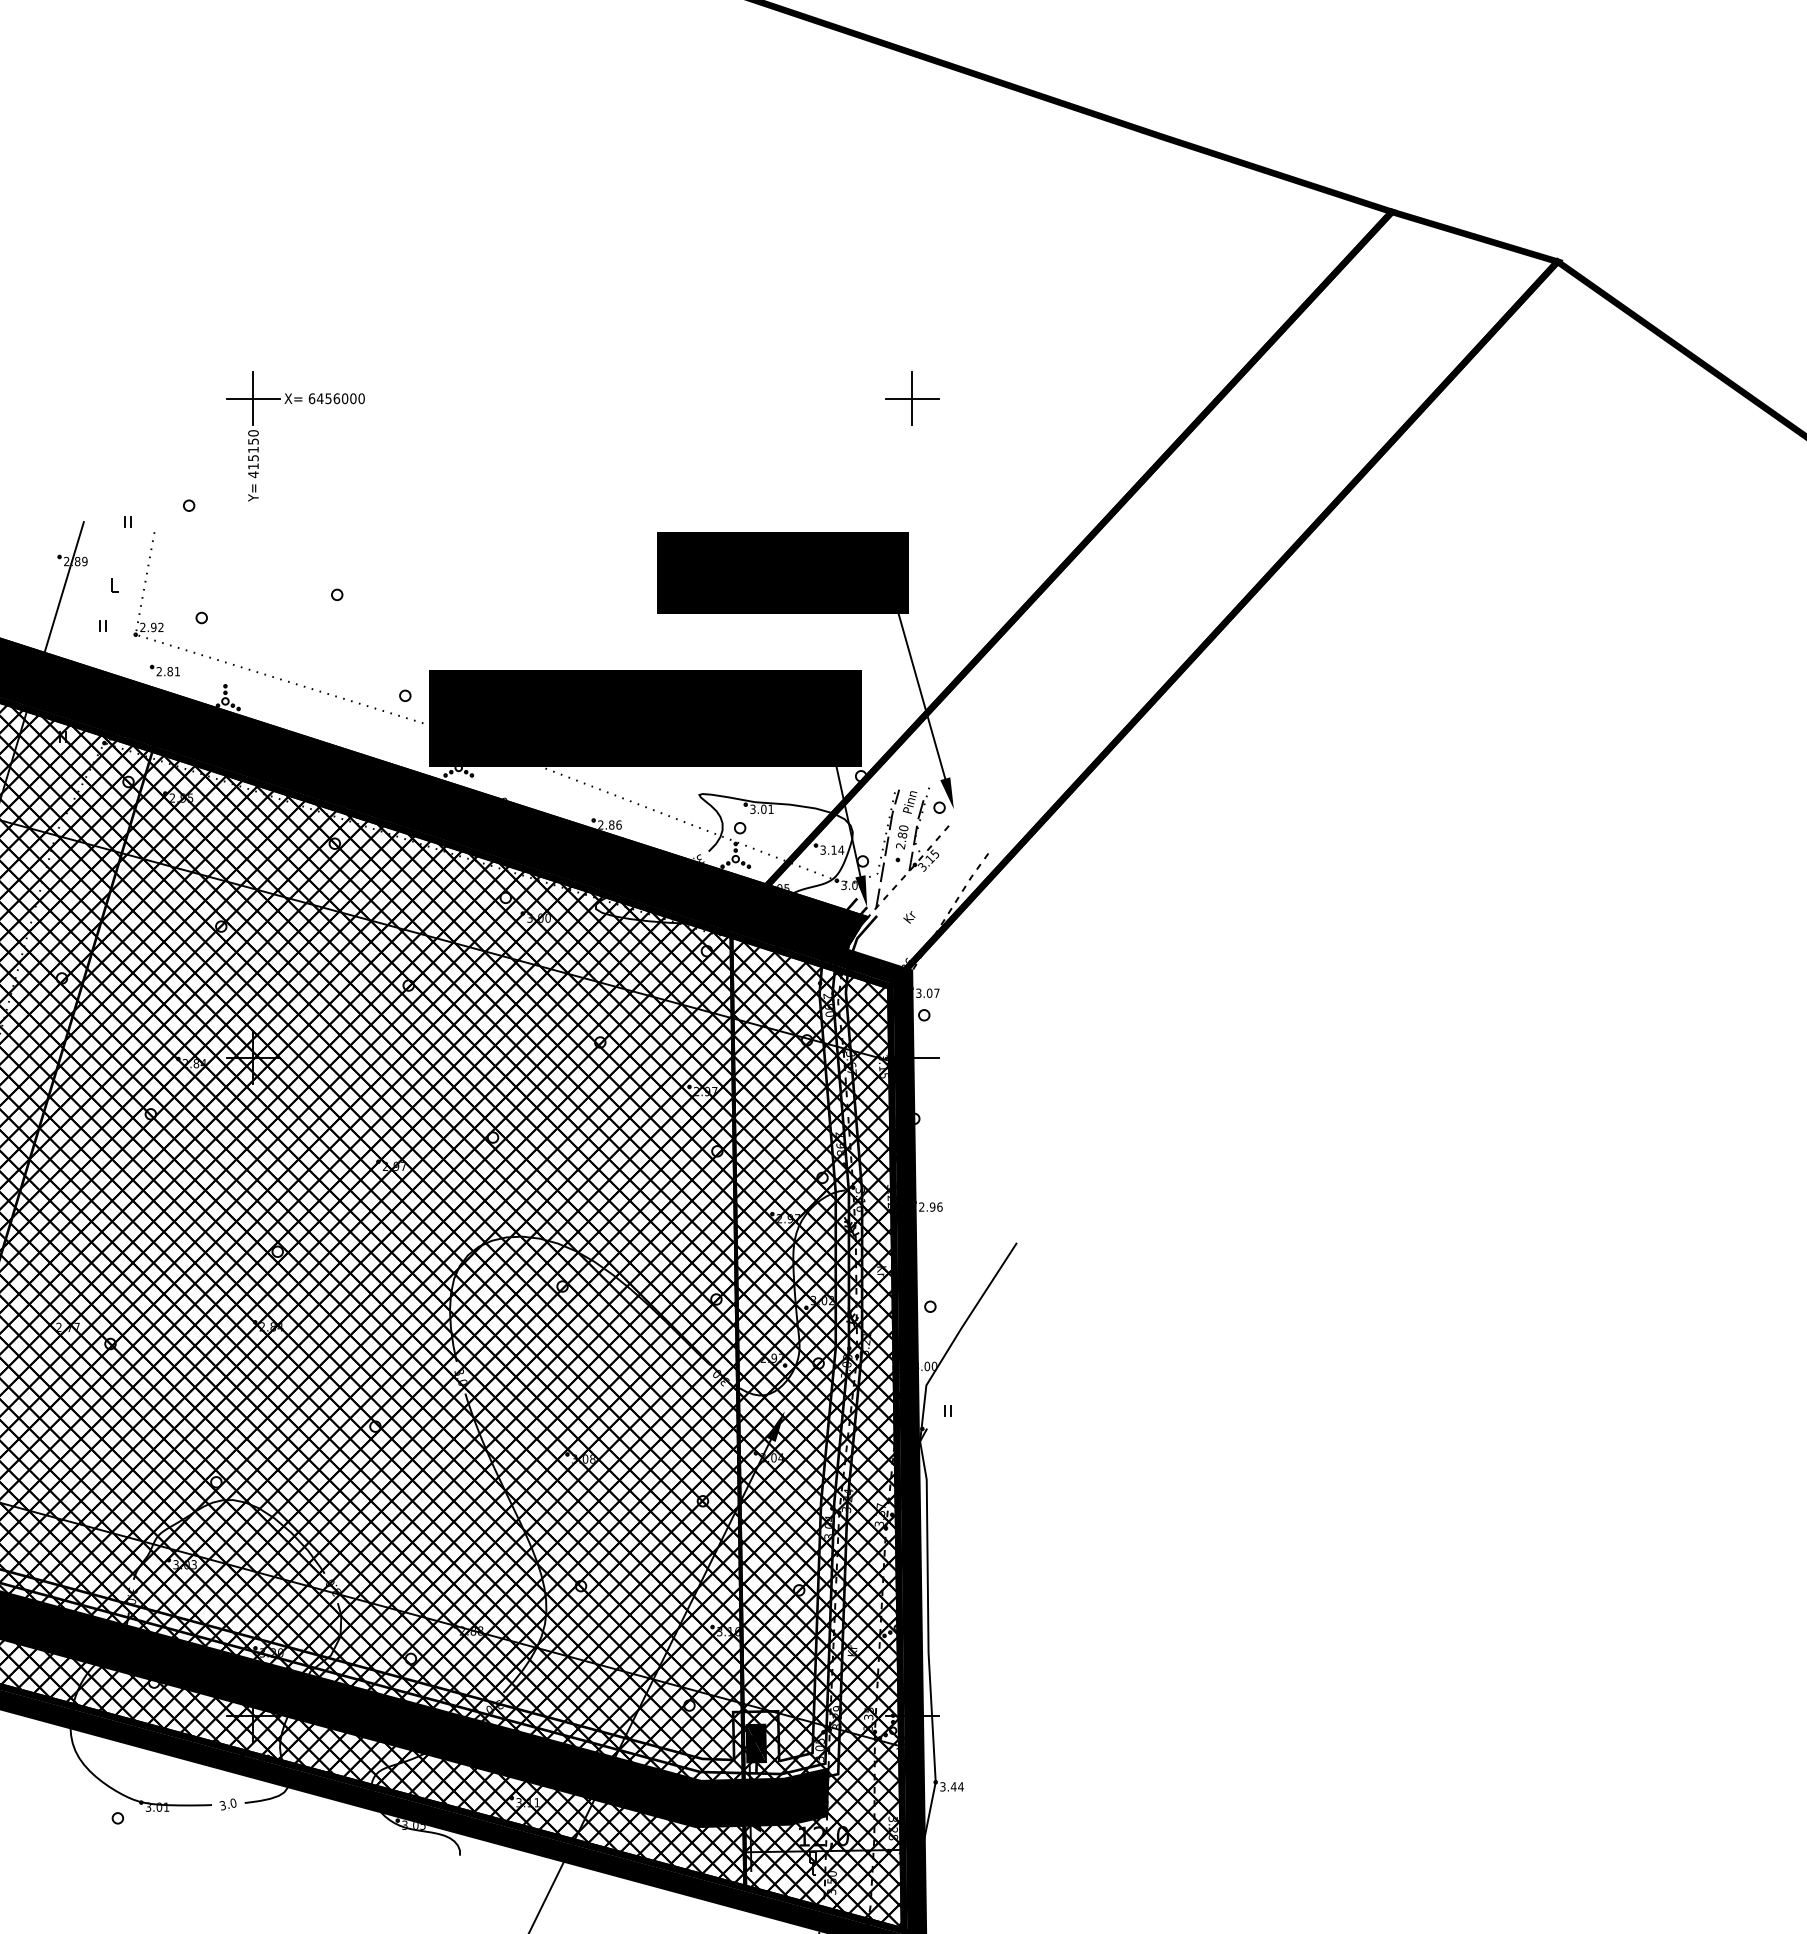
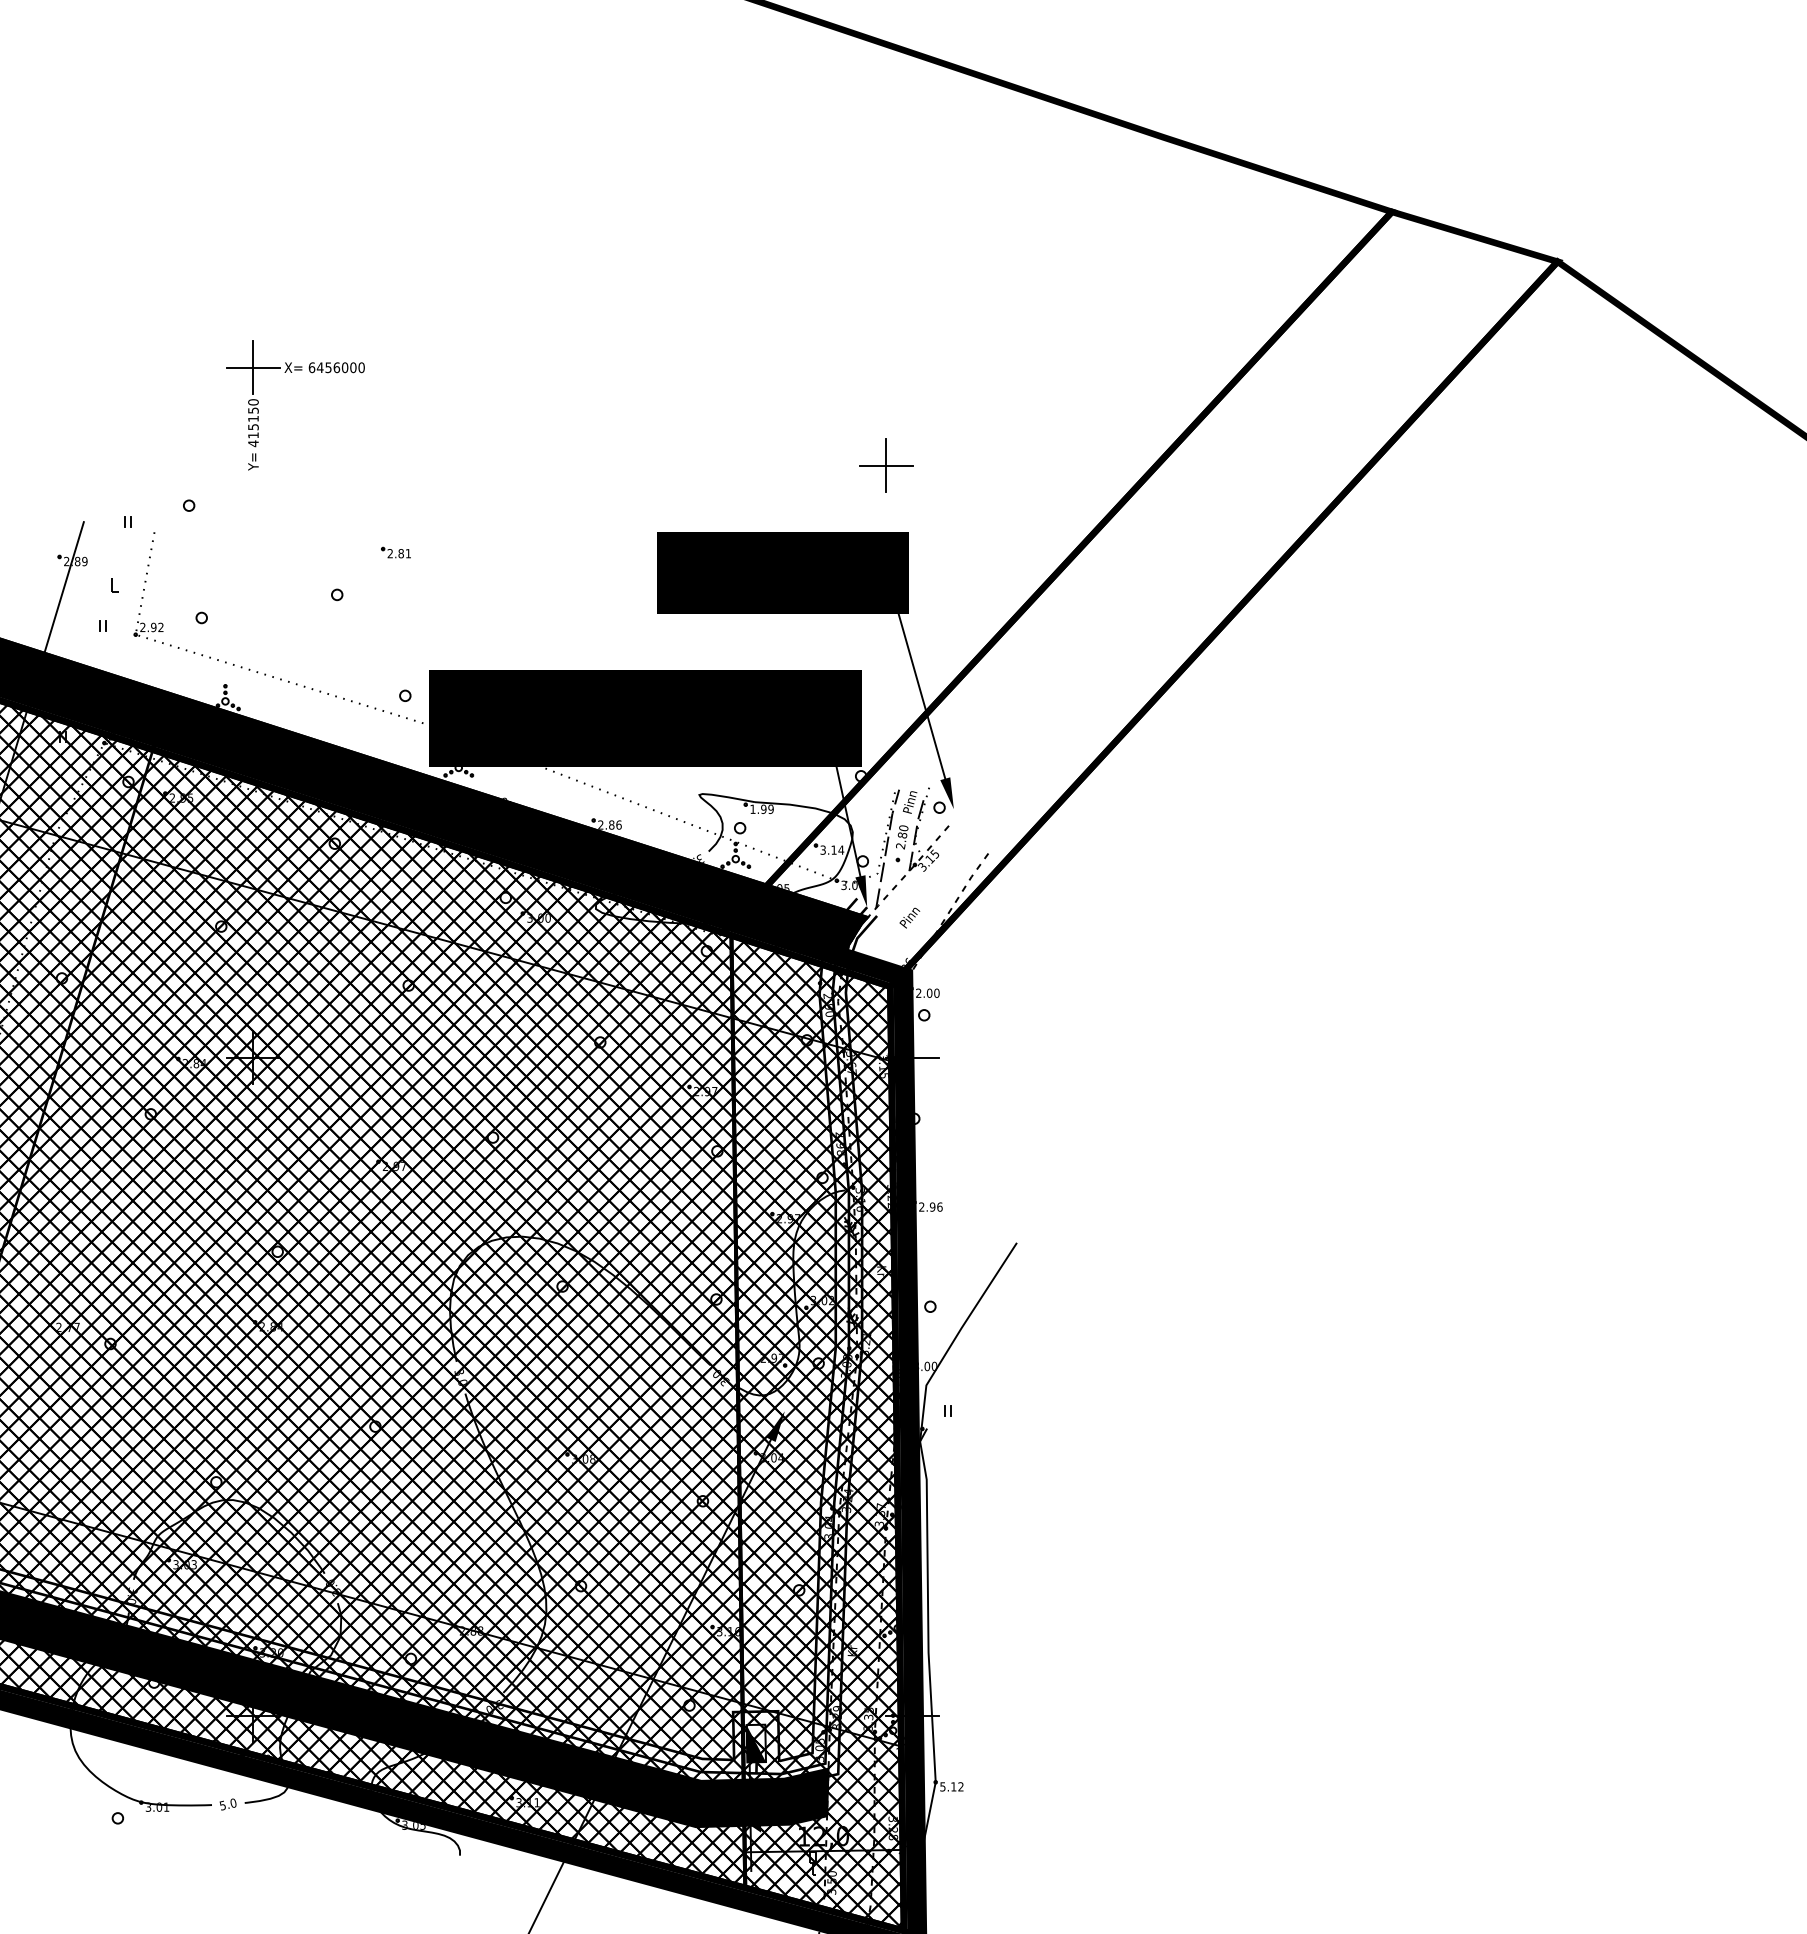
part at (912, 398) position: (912, 398) -> (886, 465)
part at (292, 403) position: (292, 403) -> (292, 372)
part at (164, 670) position: (164, 670) -> (395, 552)
text at (761, 809): 3.01 -> 1.99
text at (909, 917): Kr -> Pinn
text at (927, 992): 3.07 -> 2.00
fill at (756, 1743): present -> none
text at (951, 1786): 3.44 -> 5.12
text at (222, 1804): 3.0 -> 5.0
